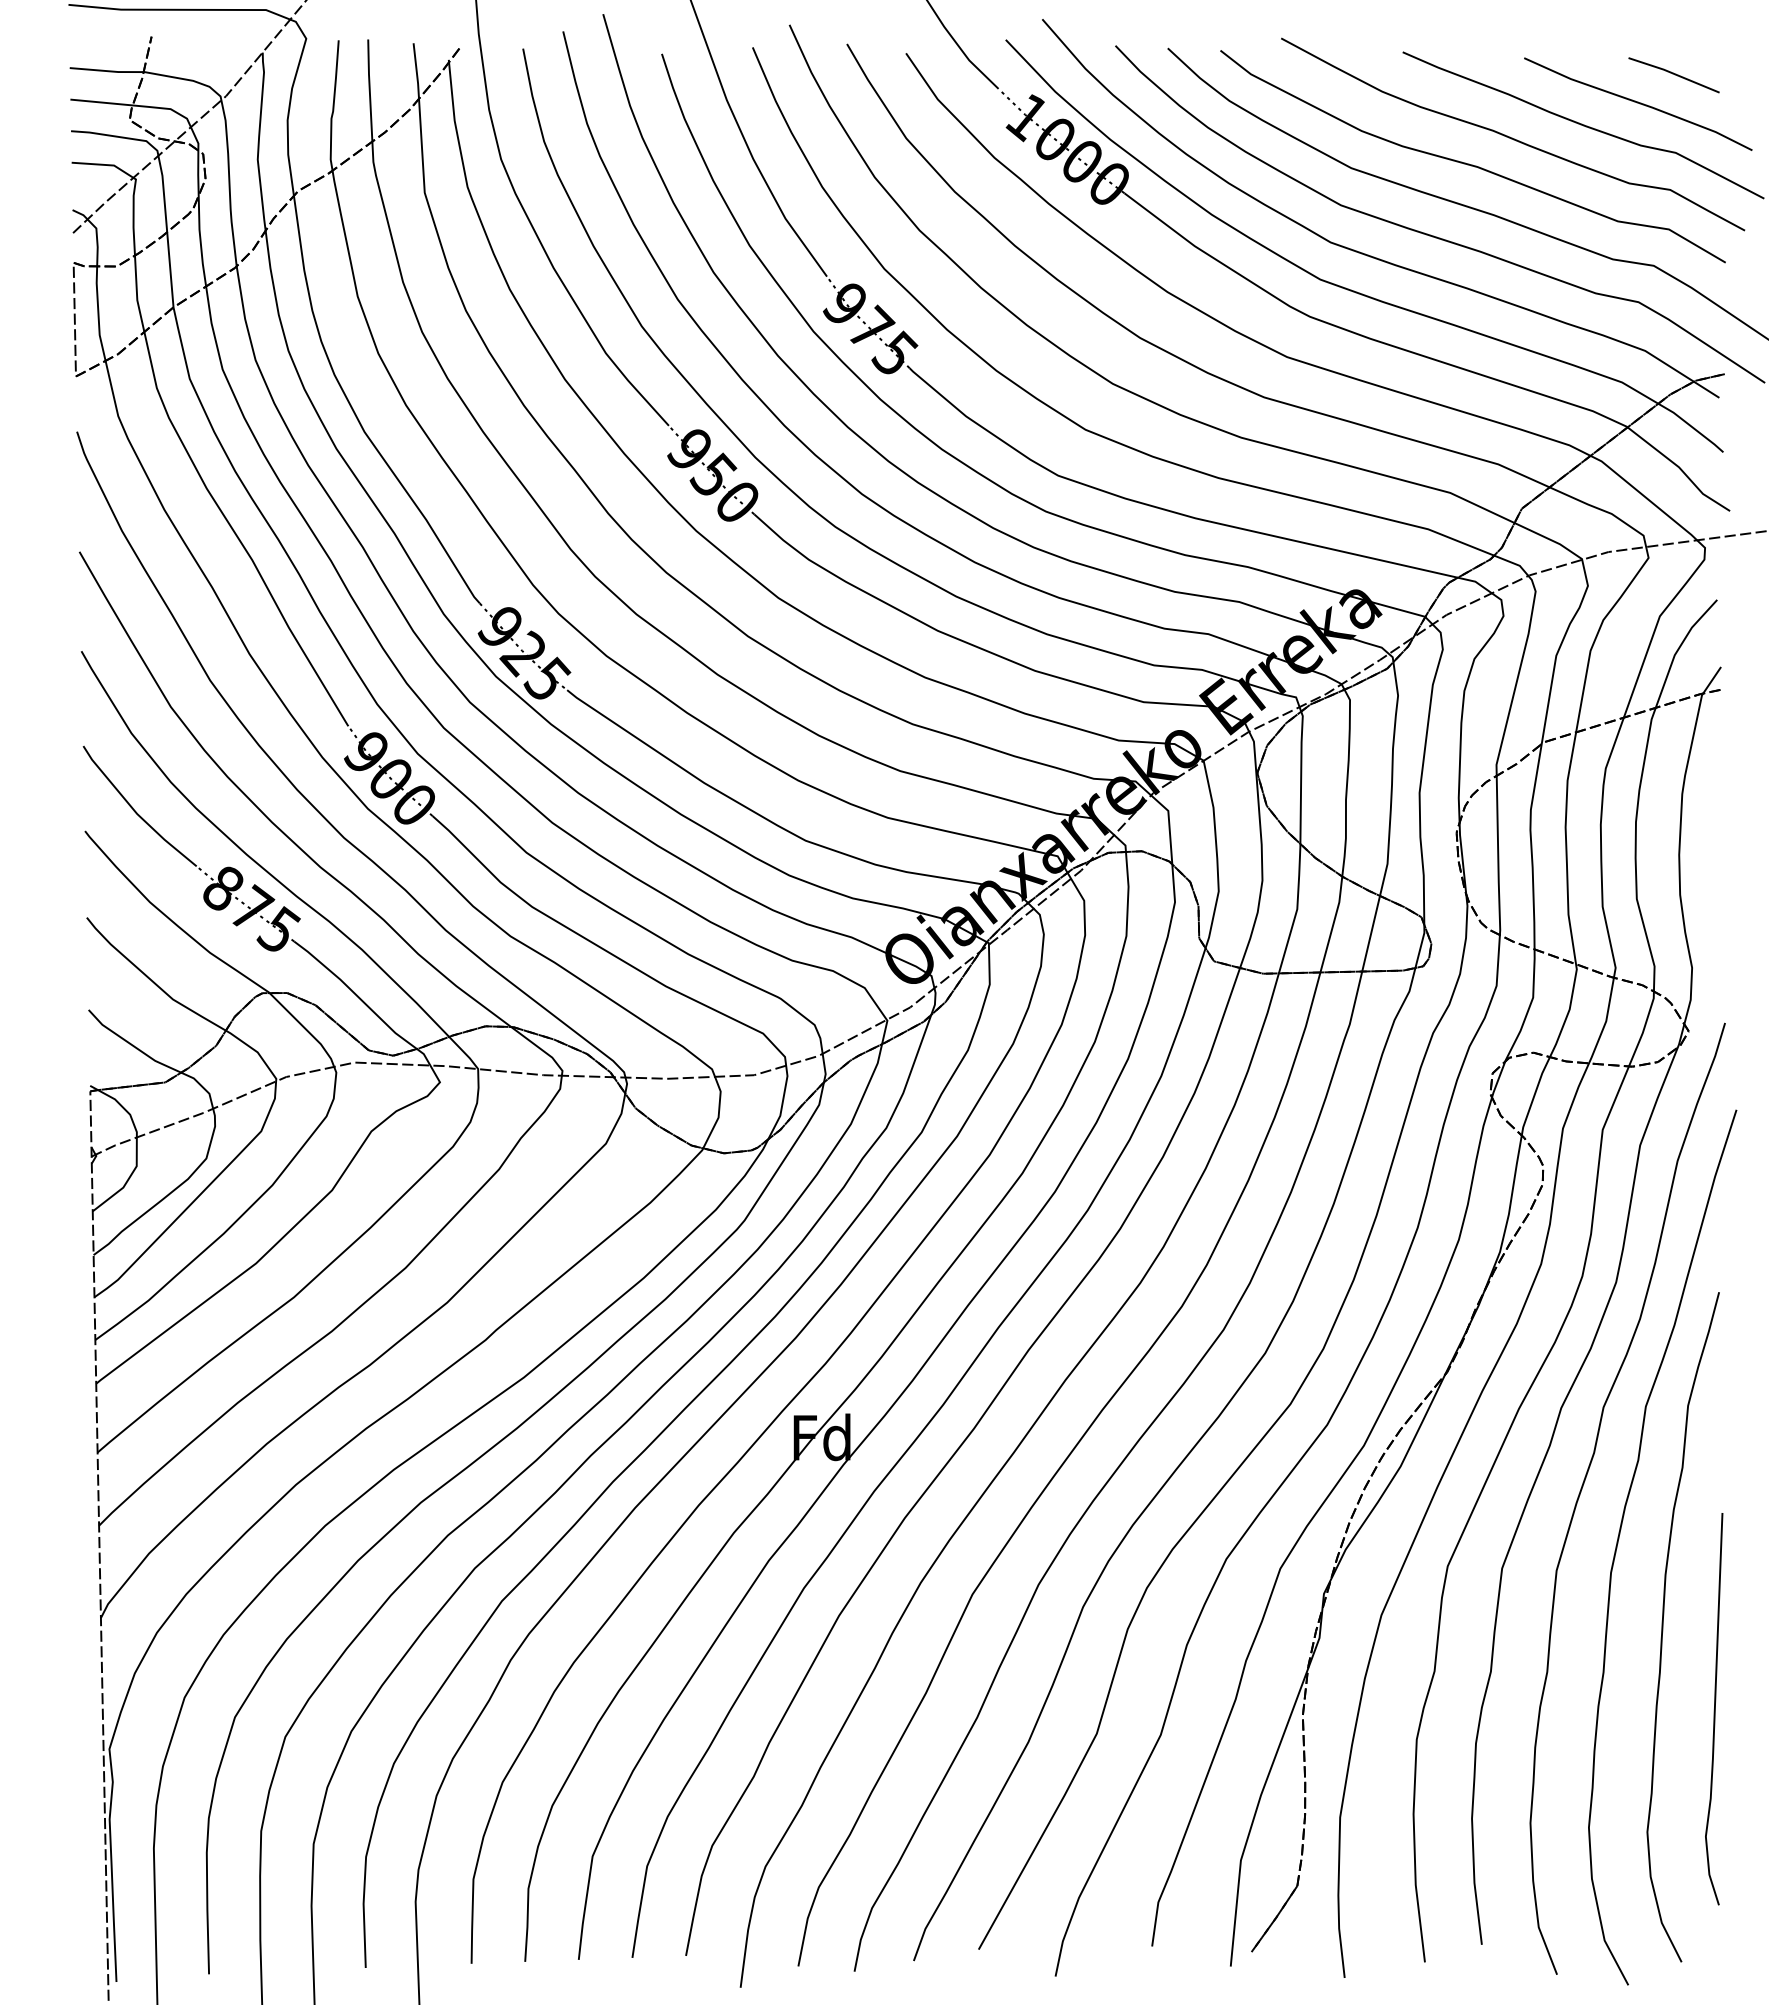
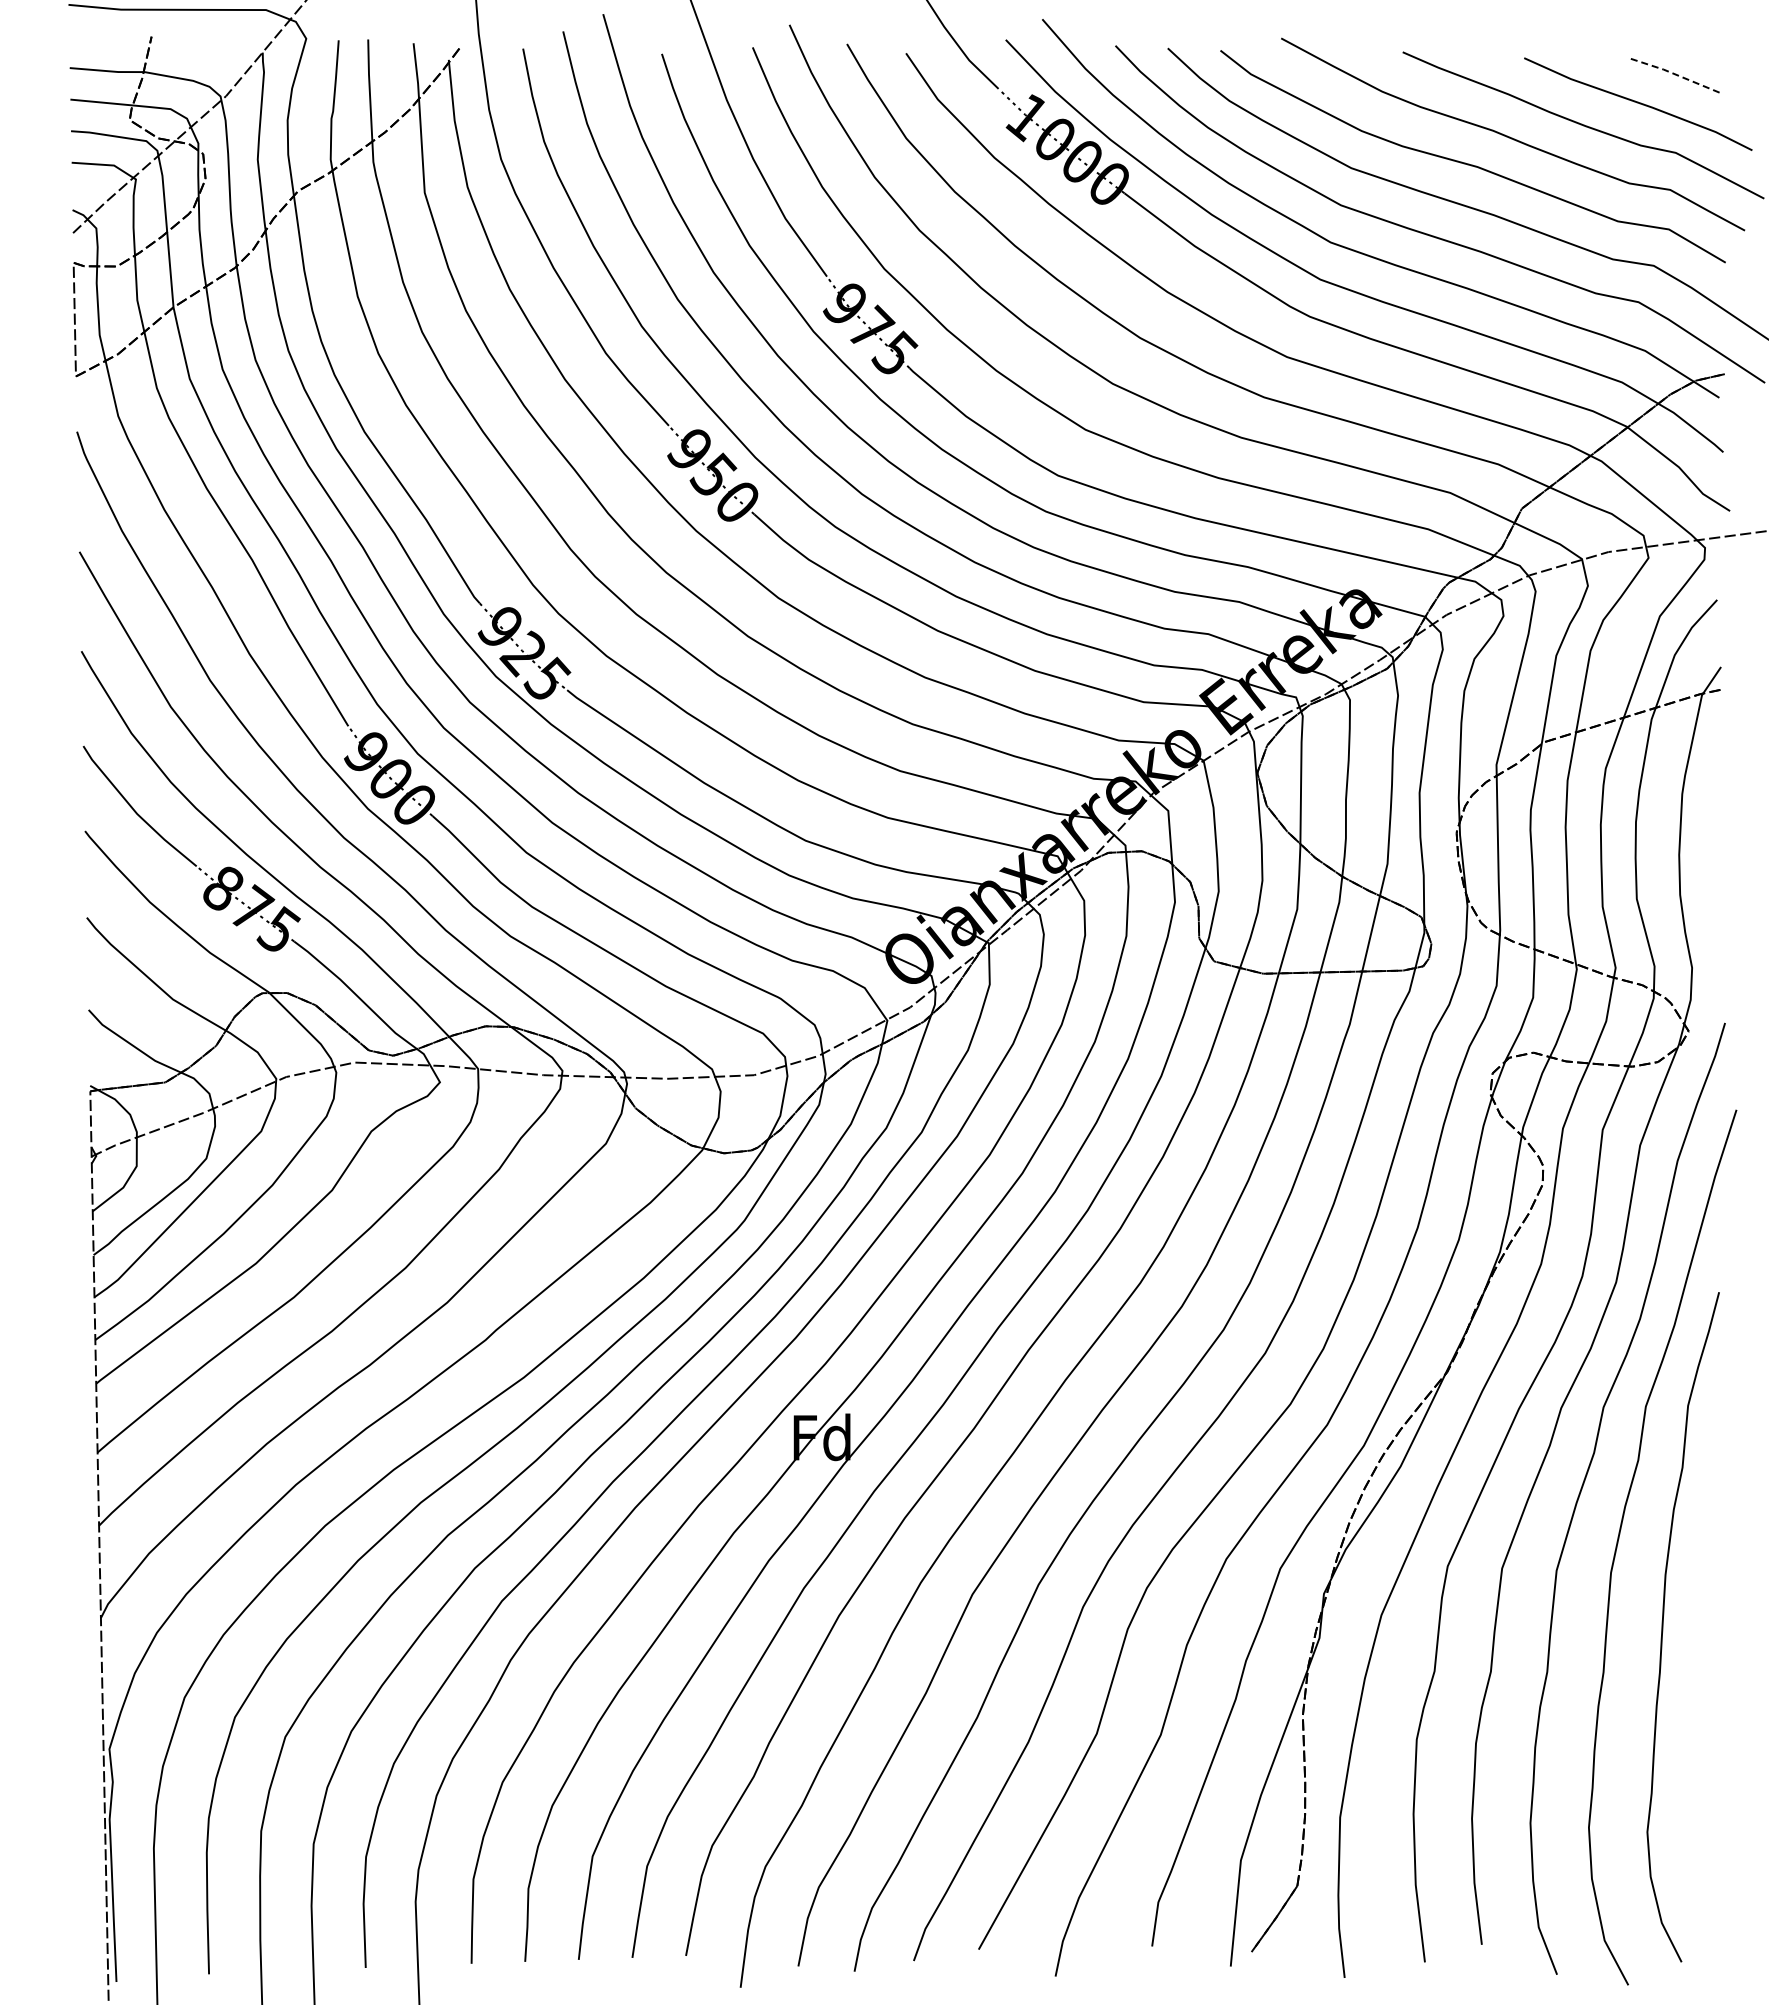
line at (1673, 73): solid -> dashed
curve at (1714, 1709): present -> none
